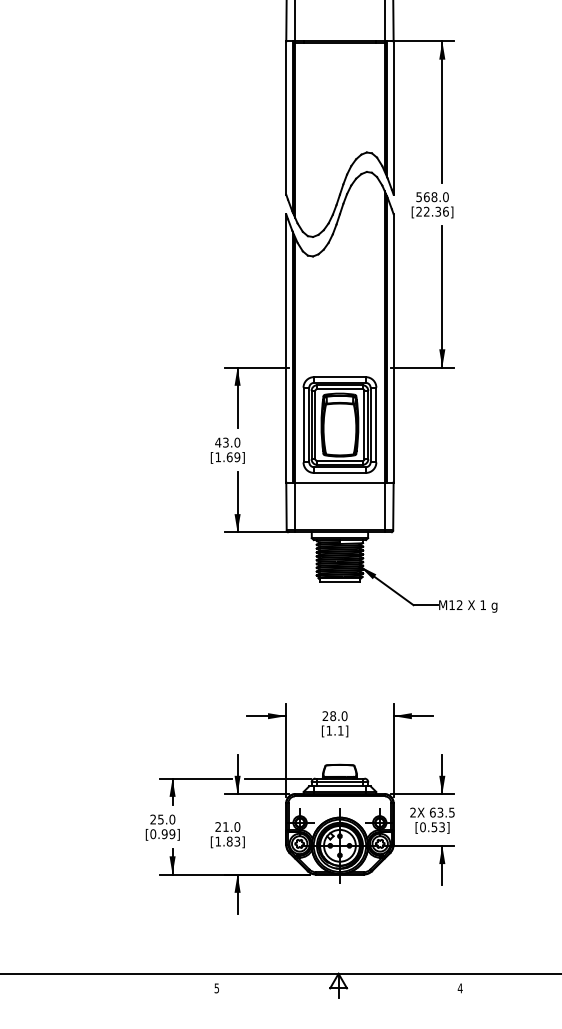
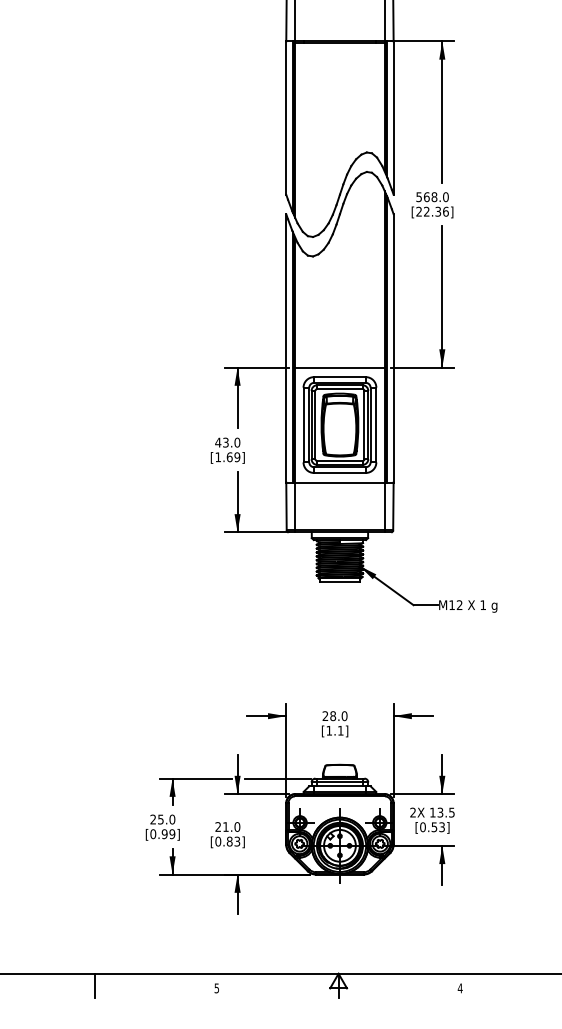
line at (339, 367): none -> present
text at (432, 812): 63.5 -> 13.5
text at (218, 841): [1.83] -> [0.83]
line at (95, 985): none -> present
